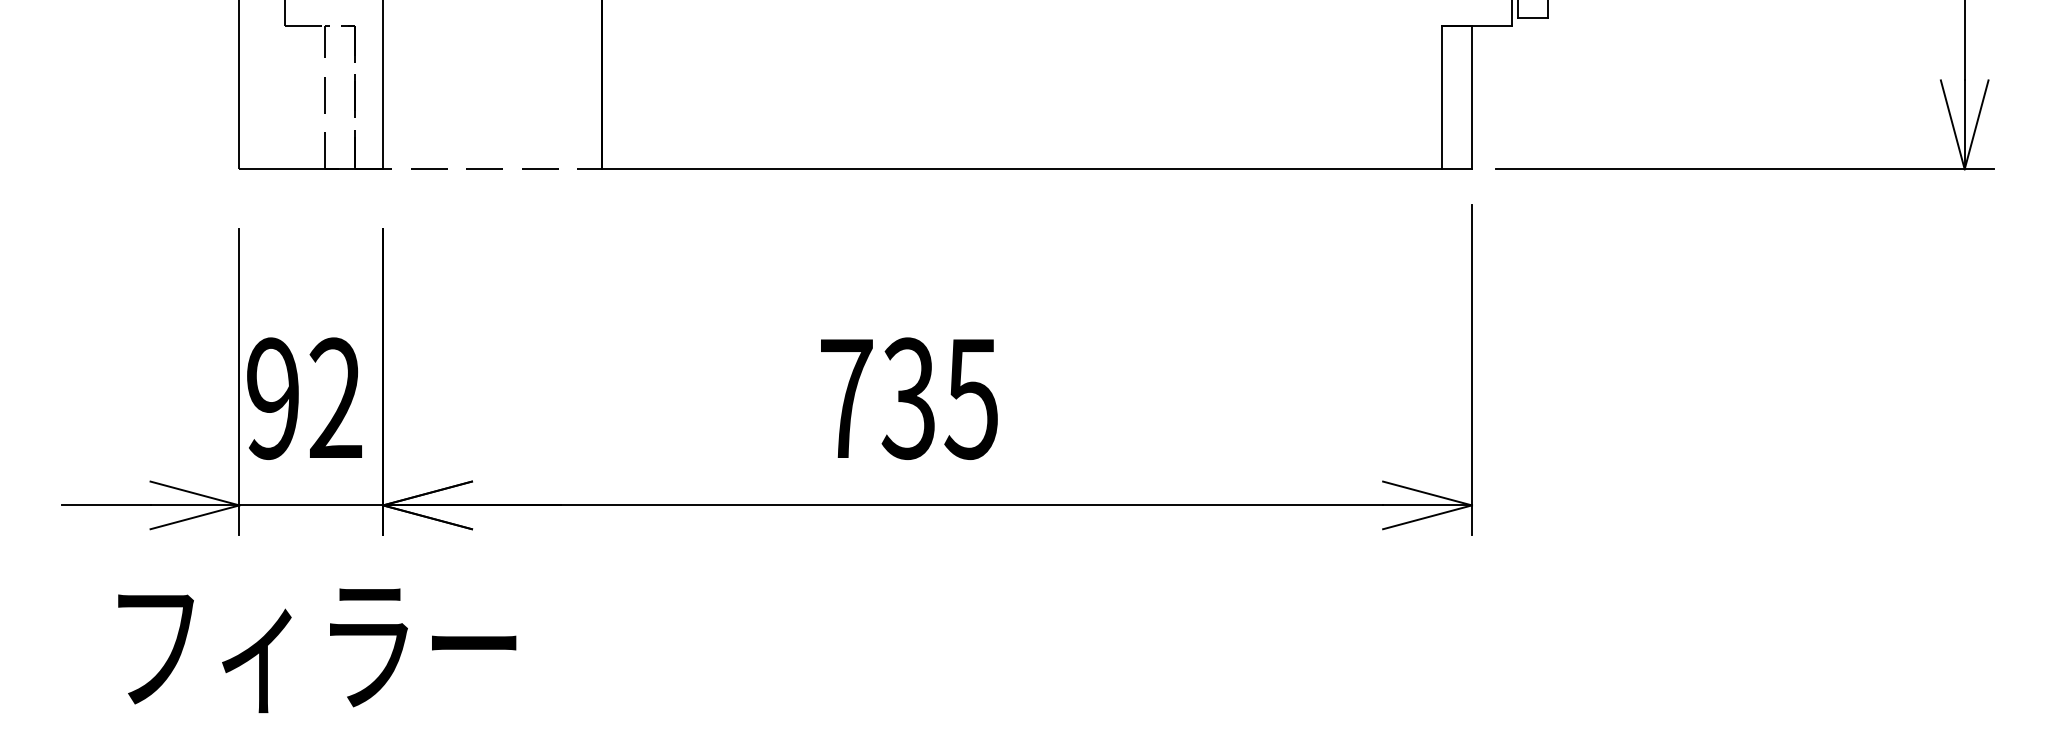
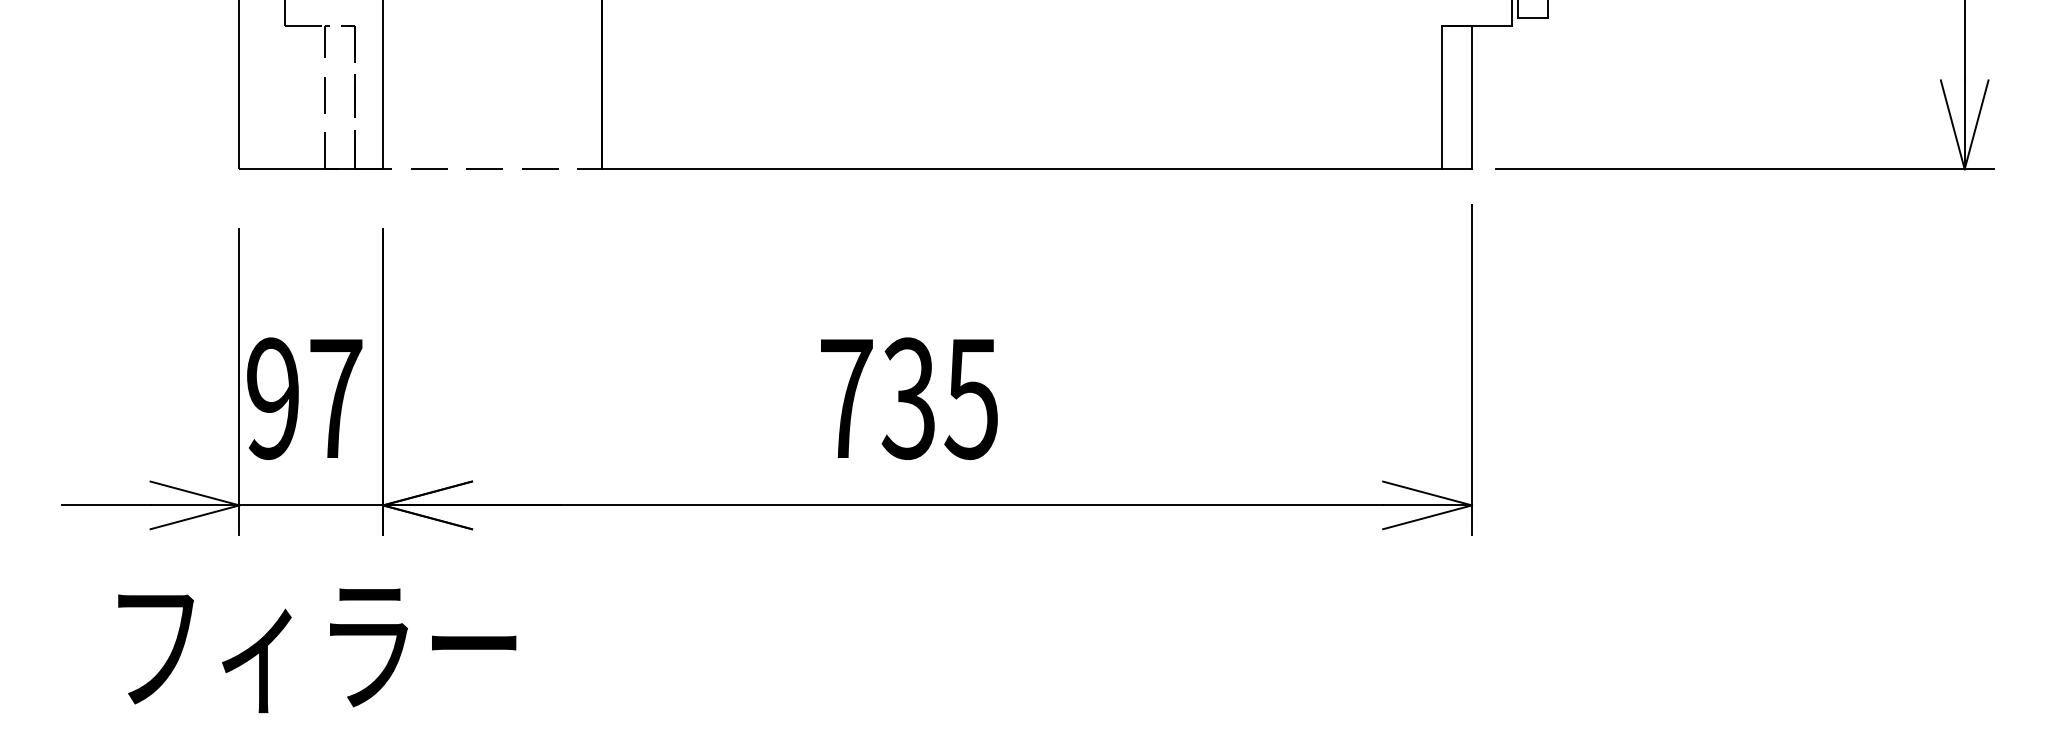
text at (335, 397): 92 -> 97
